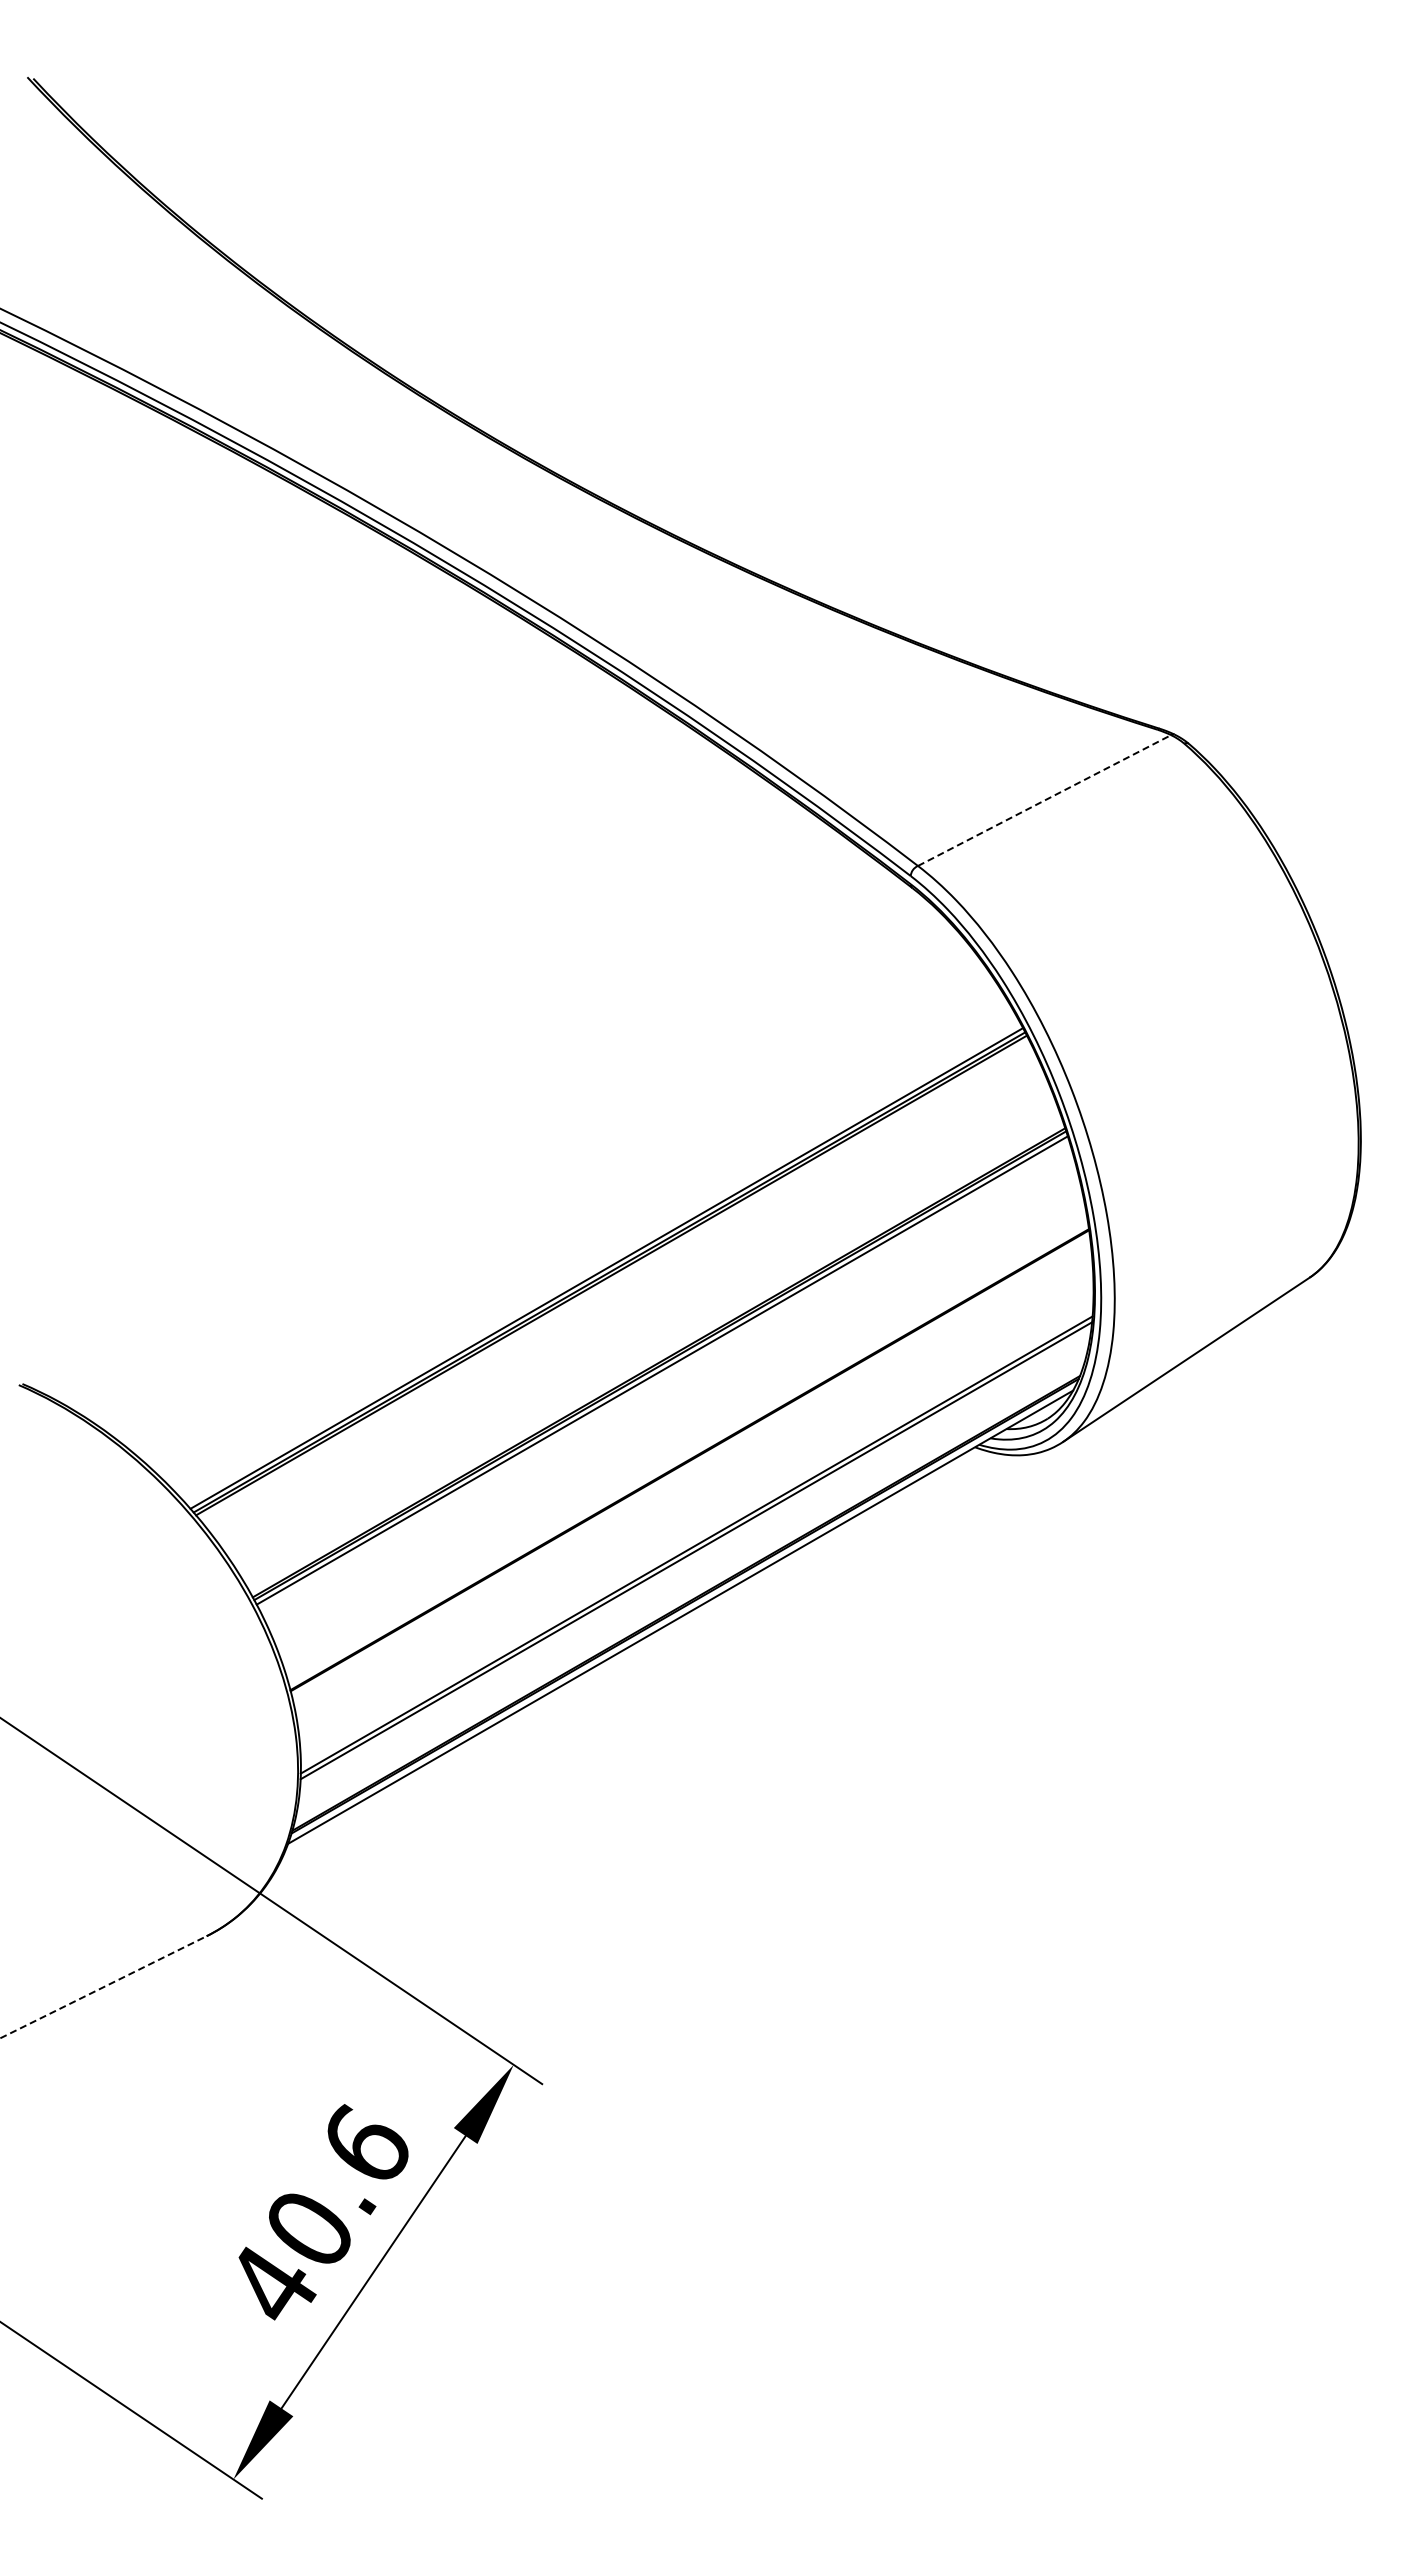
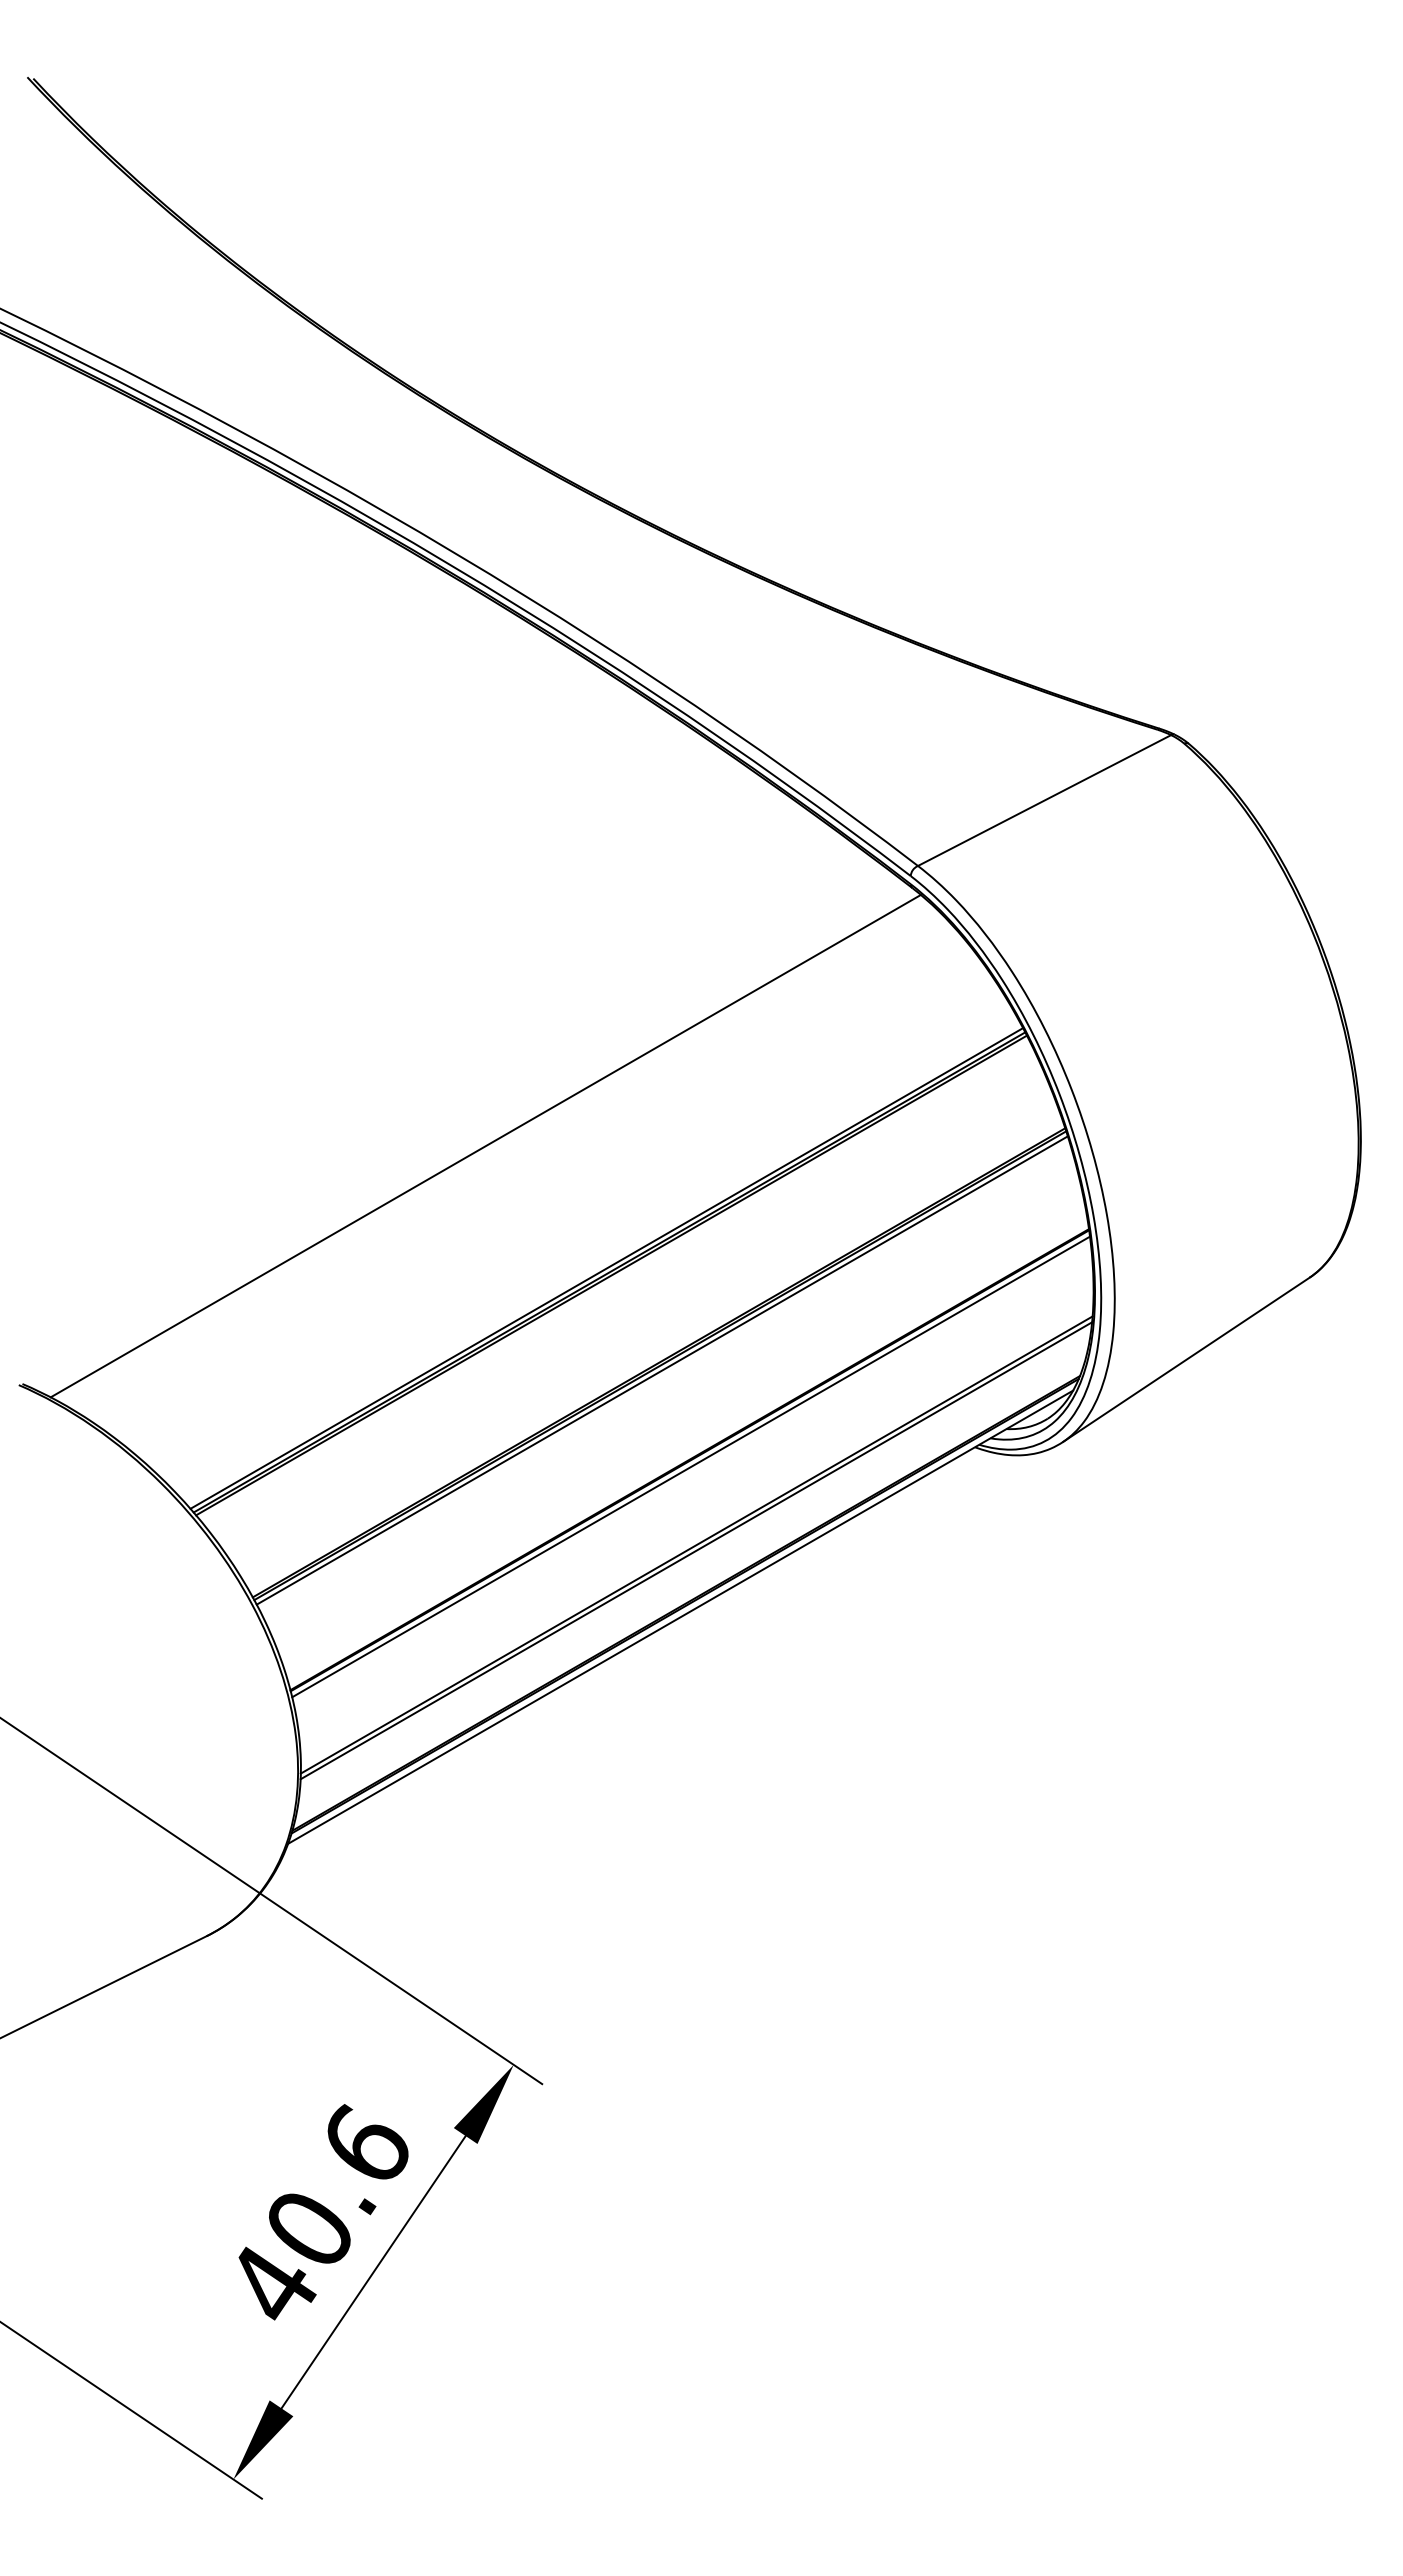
line at (1045, 800): dashed -> solid
line at (485, 1145): none -> present
line at (691, 1466): none -> present
line at (103, 1987): dashed -> solid
